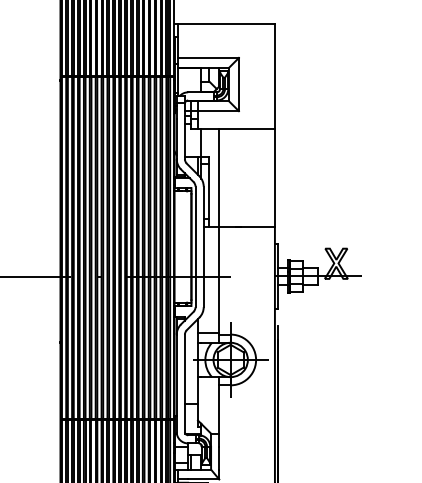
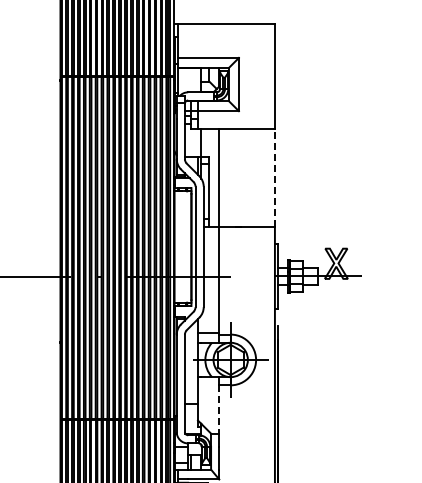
line at (274, 177): solid -> dashed
line at (219, 409): solid -> dashed
